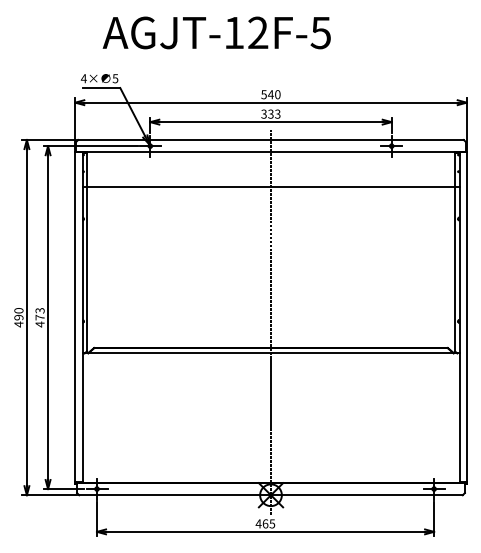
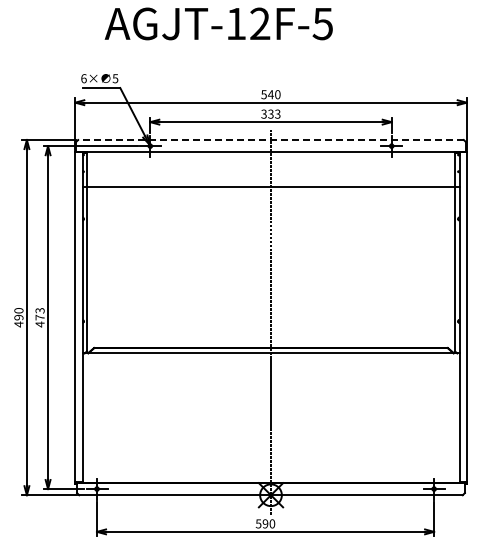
text at (216, 32) position: (216, 32) -> (218, 23)
text at (83, 78): 4× -> 6×
line at (271, 140): solid -> dashed
text at (265, 523): 465 -> 590
